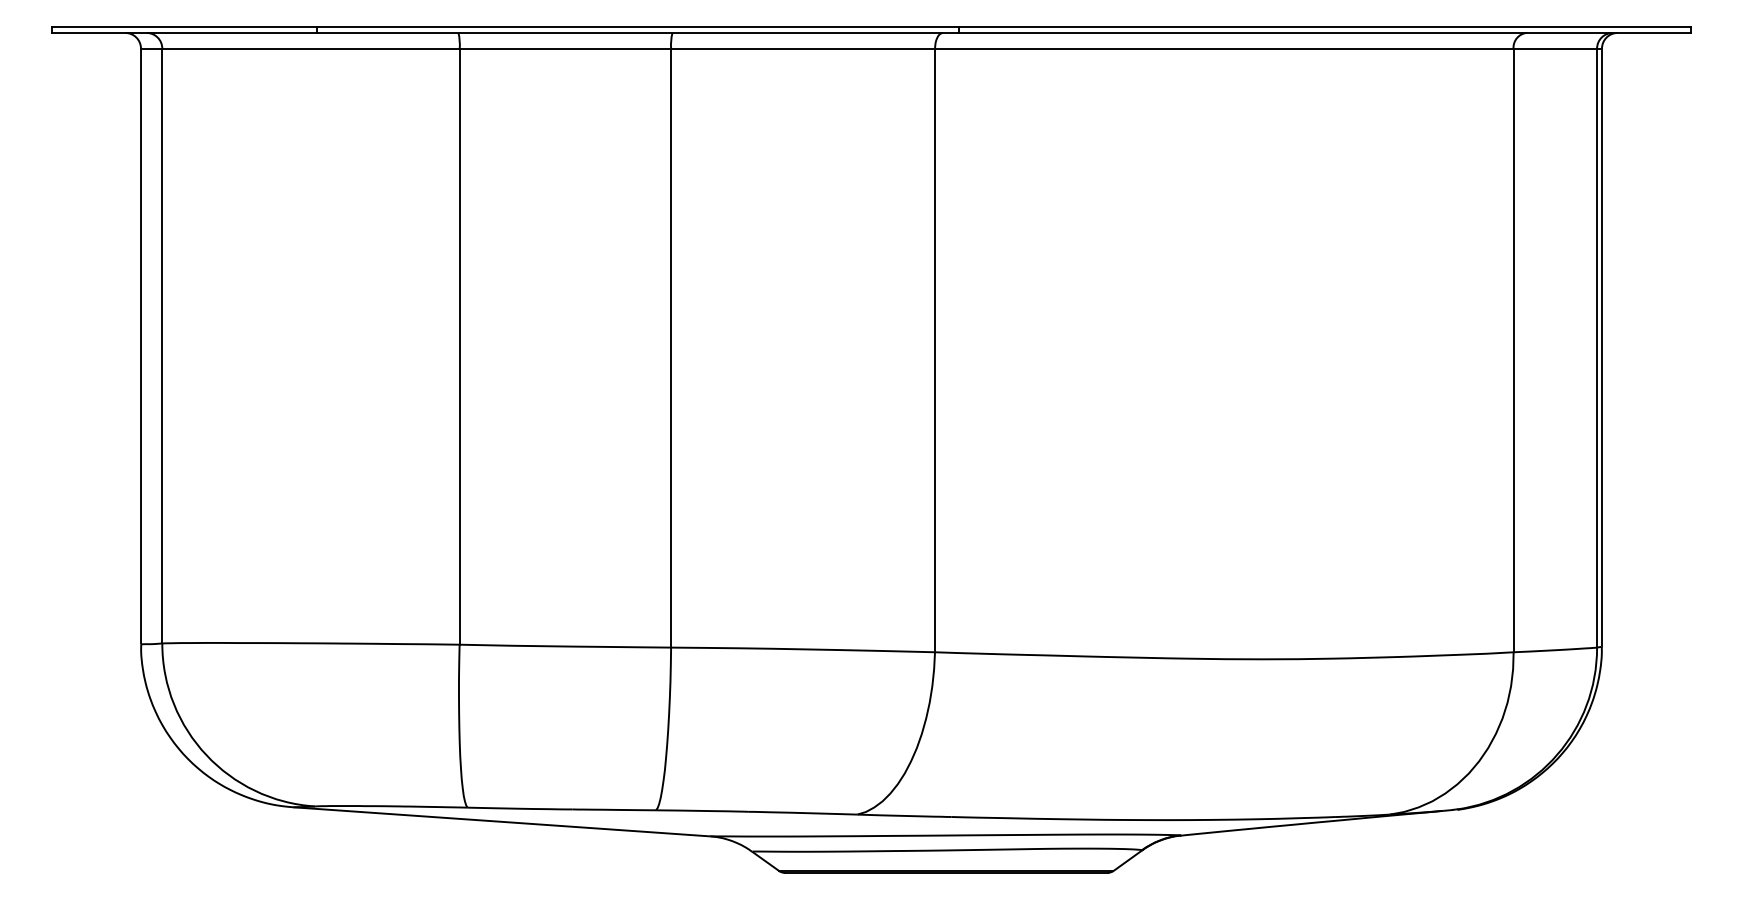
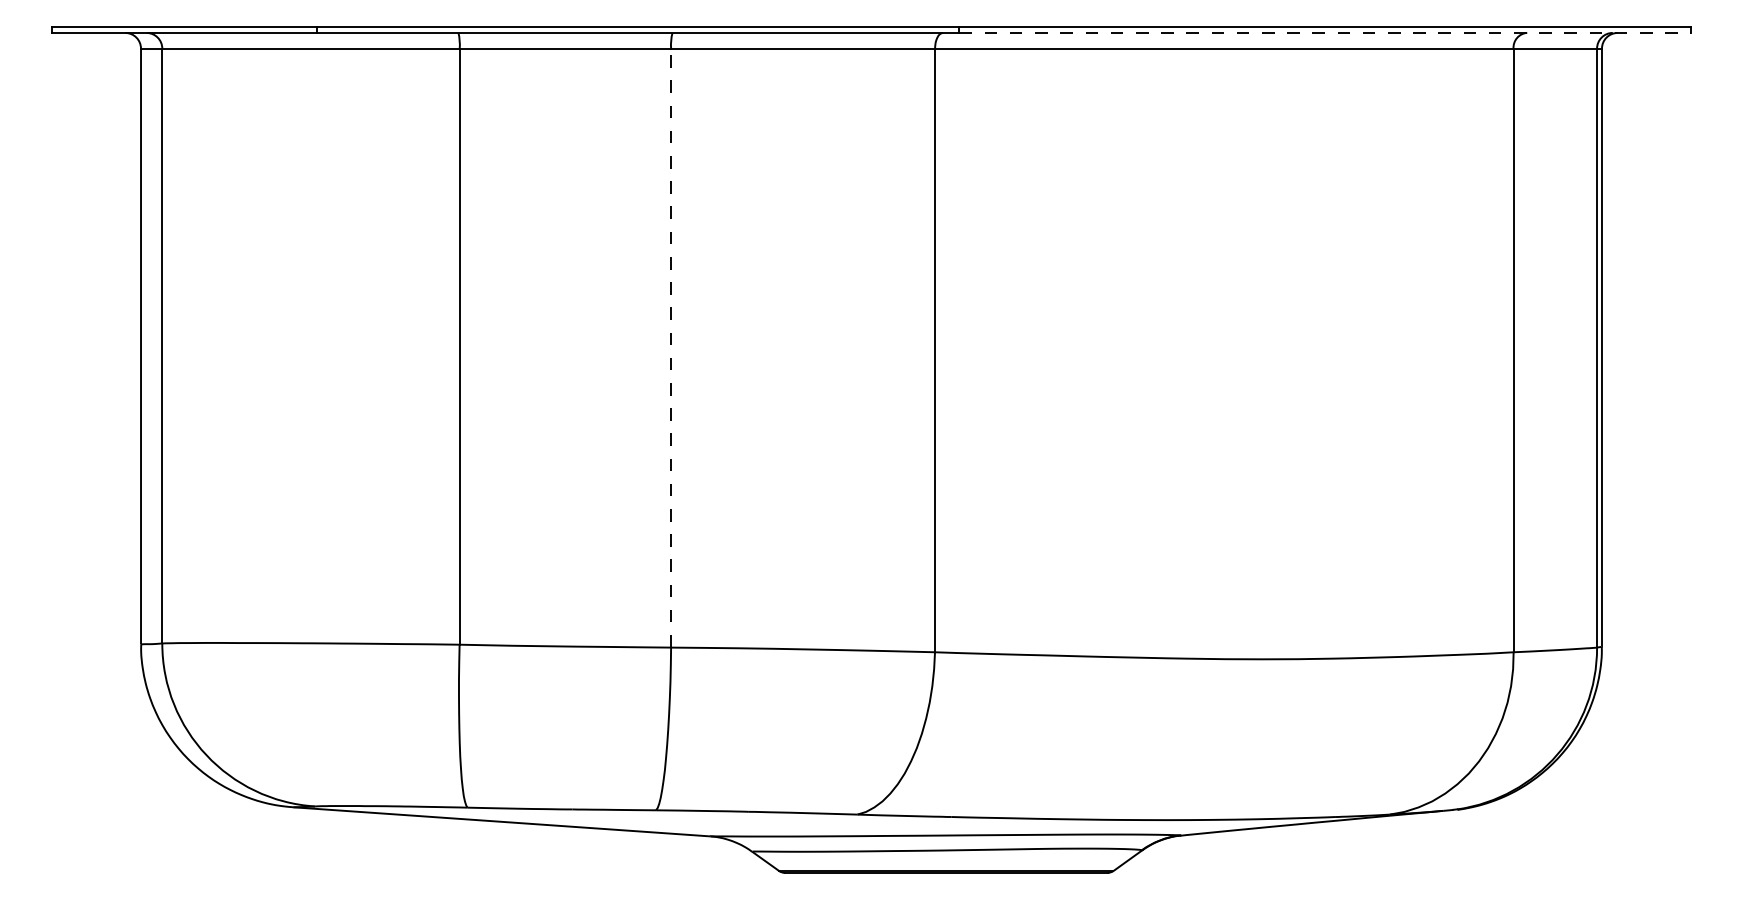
line at (1325, 32): solid -> dashed
line at (671, 347): solid -> dashed
